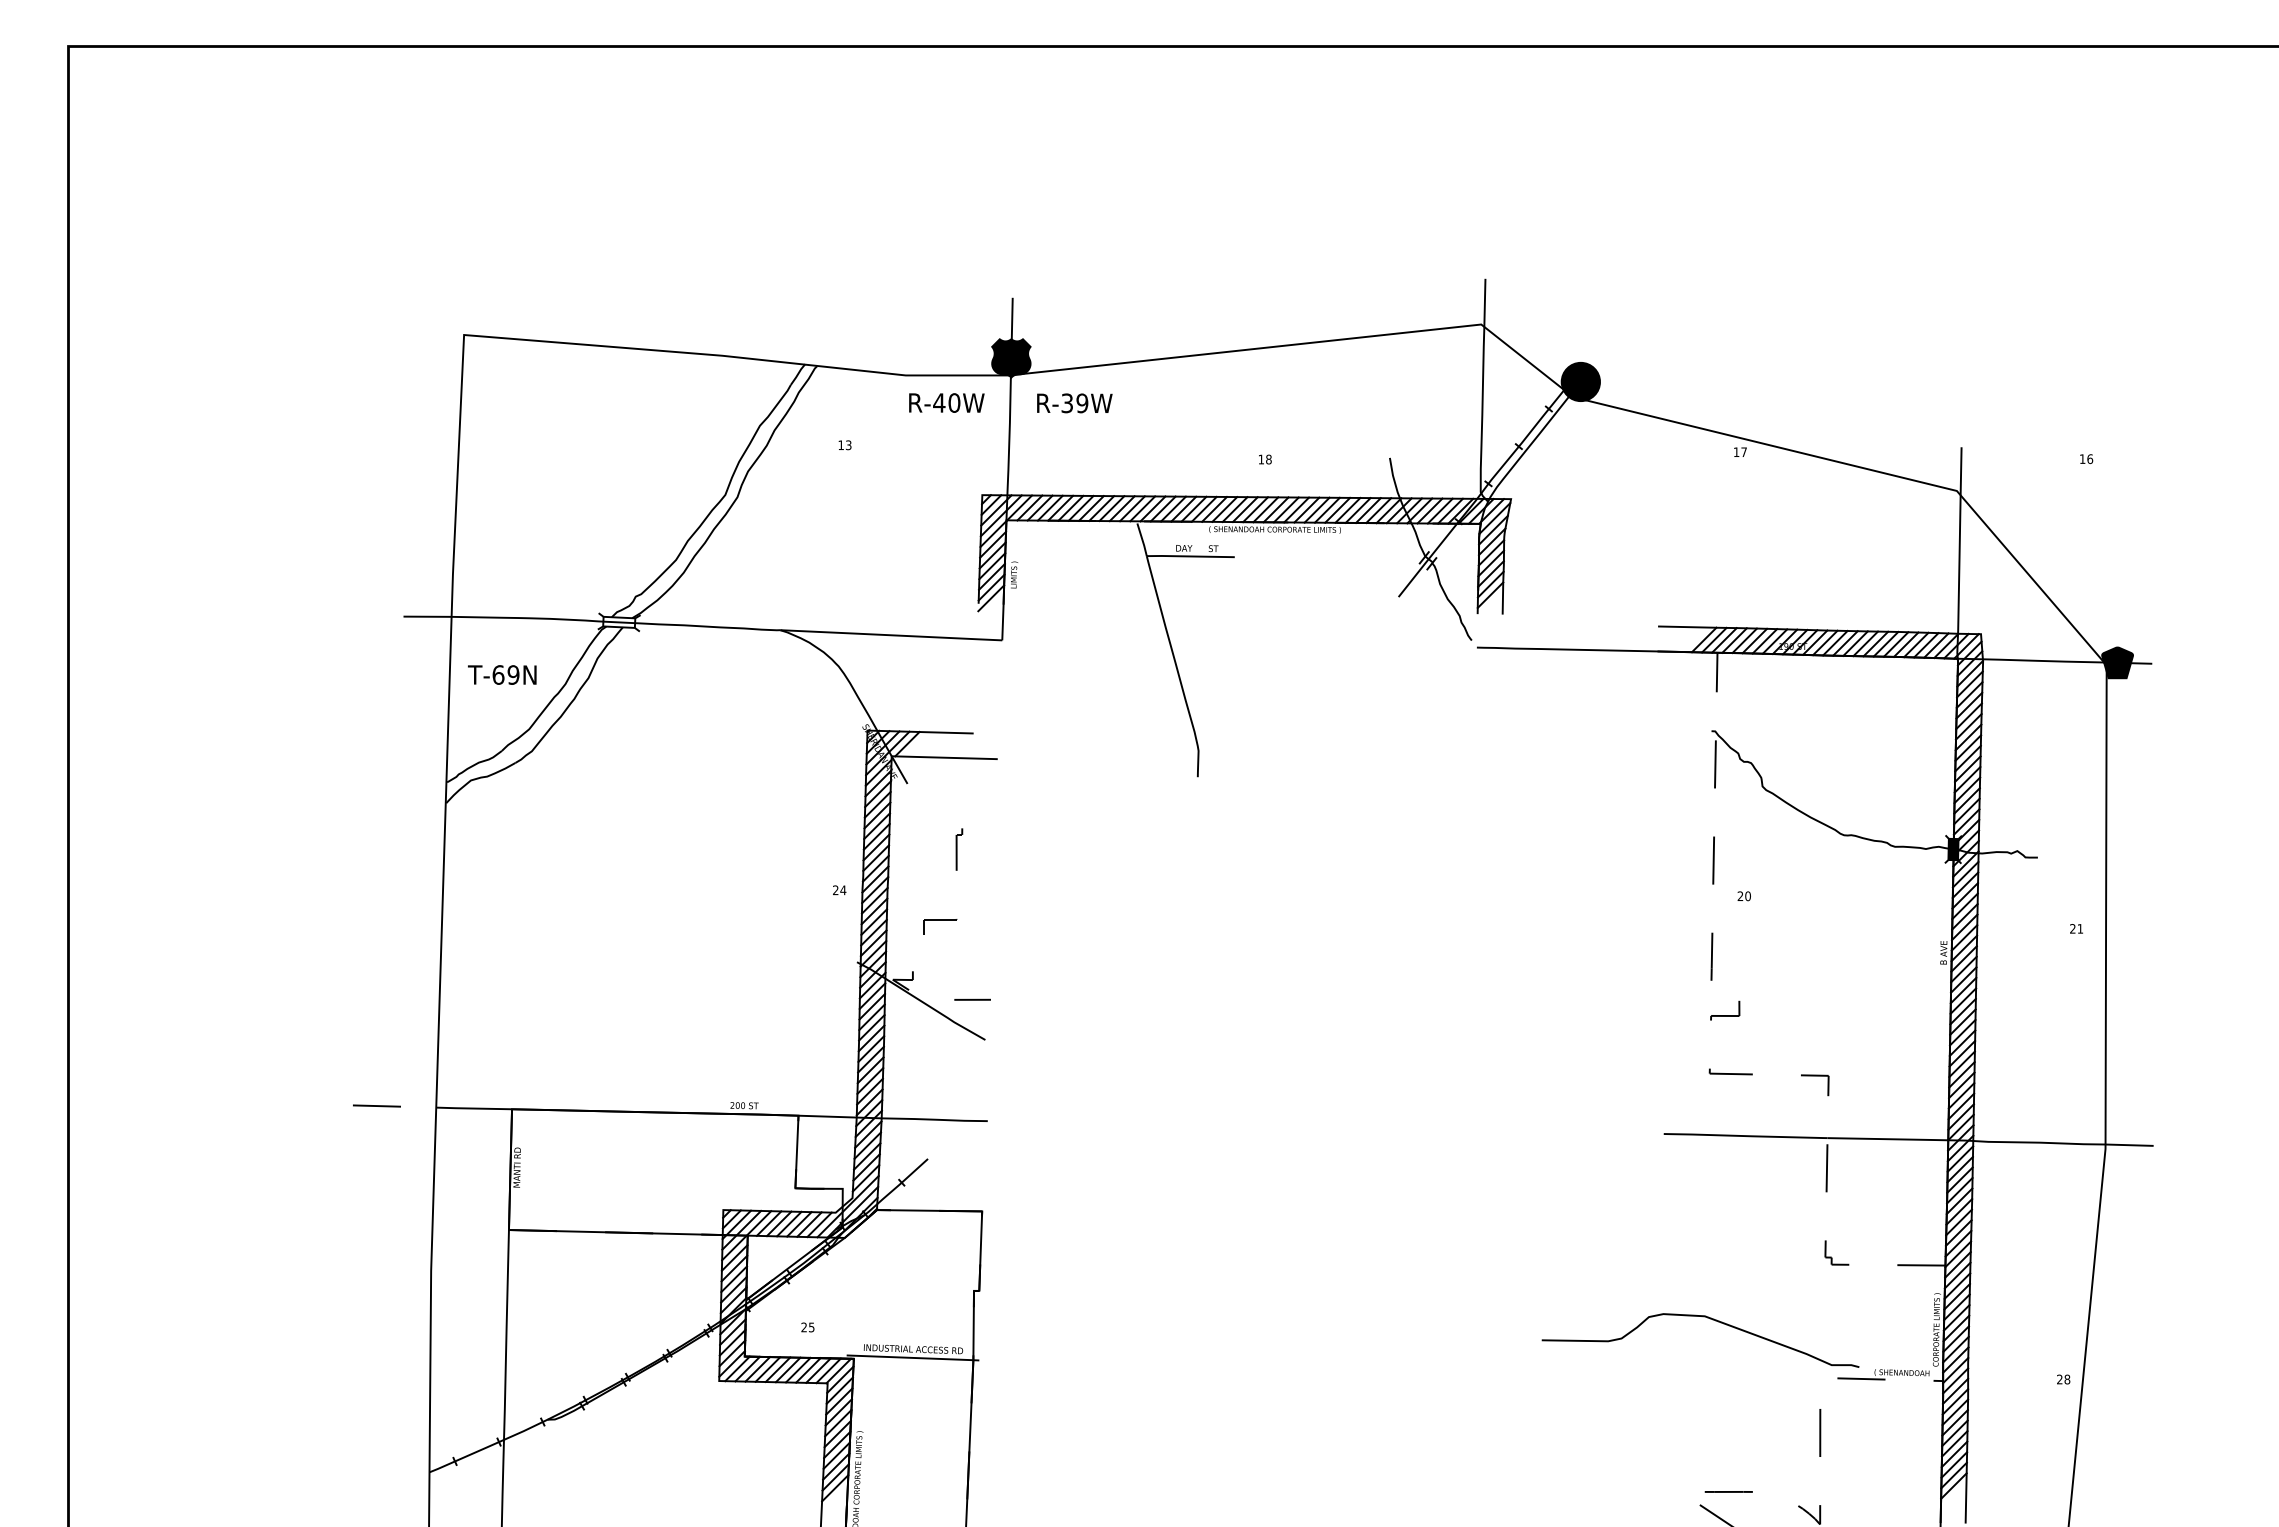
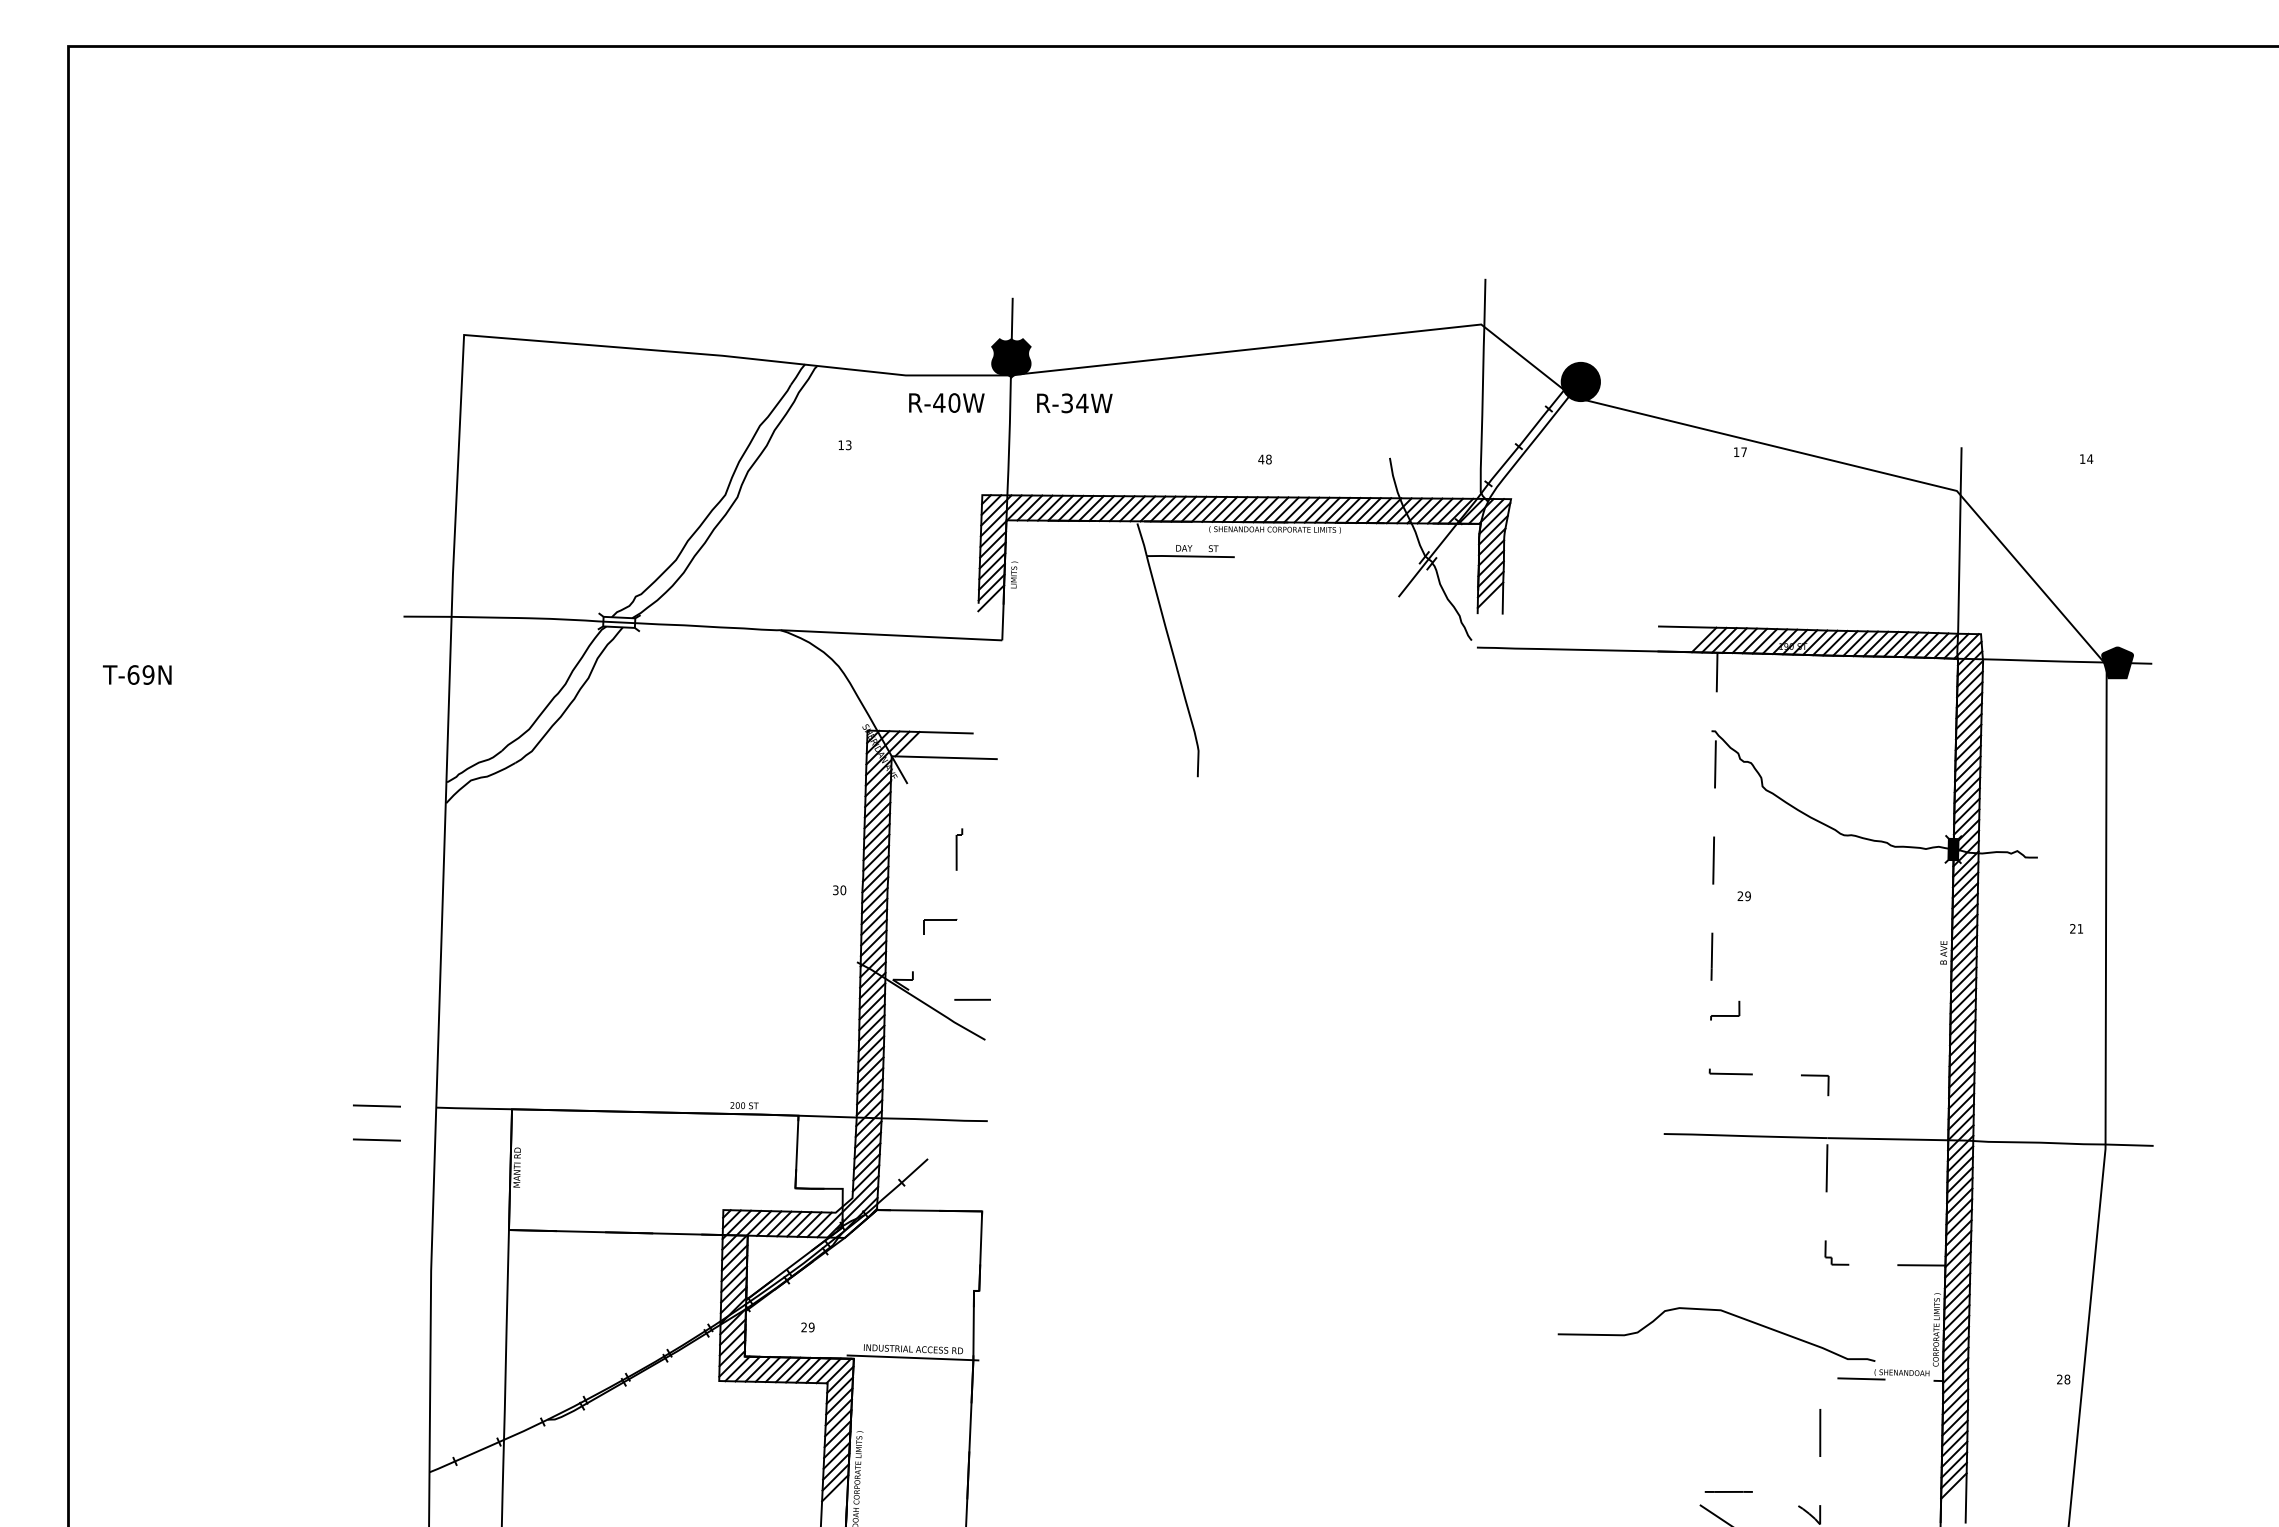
text at (1082, 403): R-39W -> R-34W
text at (1261, 459): 18 -> 48
text at (2089, 459): 16 -> 14
text at (502, 674) position: (502, 674) -> (137, 674)
text at (839, 890): 24 -> 30
text at (1747, 896): 20 -> 29
line at (376, 1139): none -> present
curve at (1702, 1317) position: (1702, 1317) -> (1718, 1311)
text at (811, 1327): 25 -> 29
